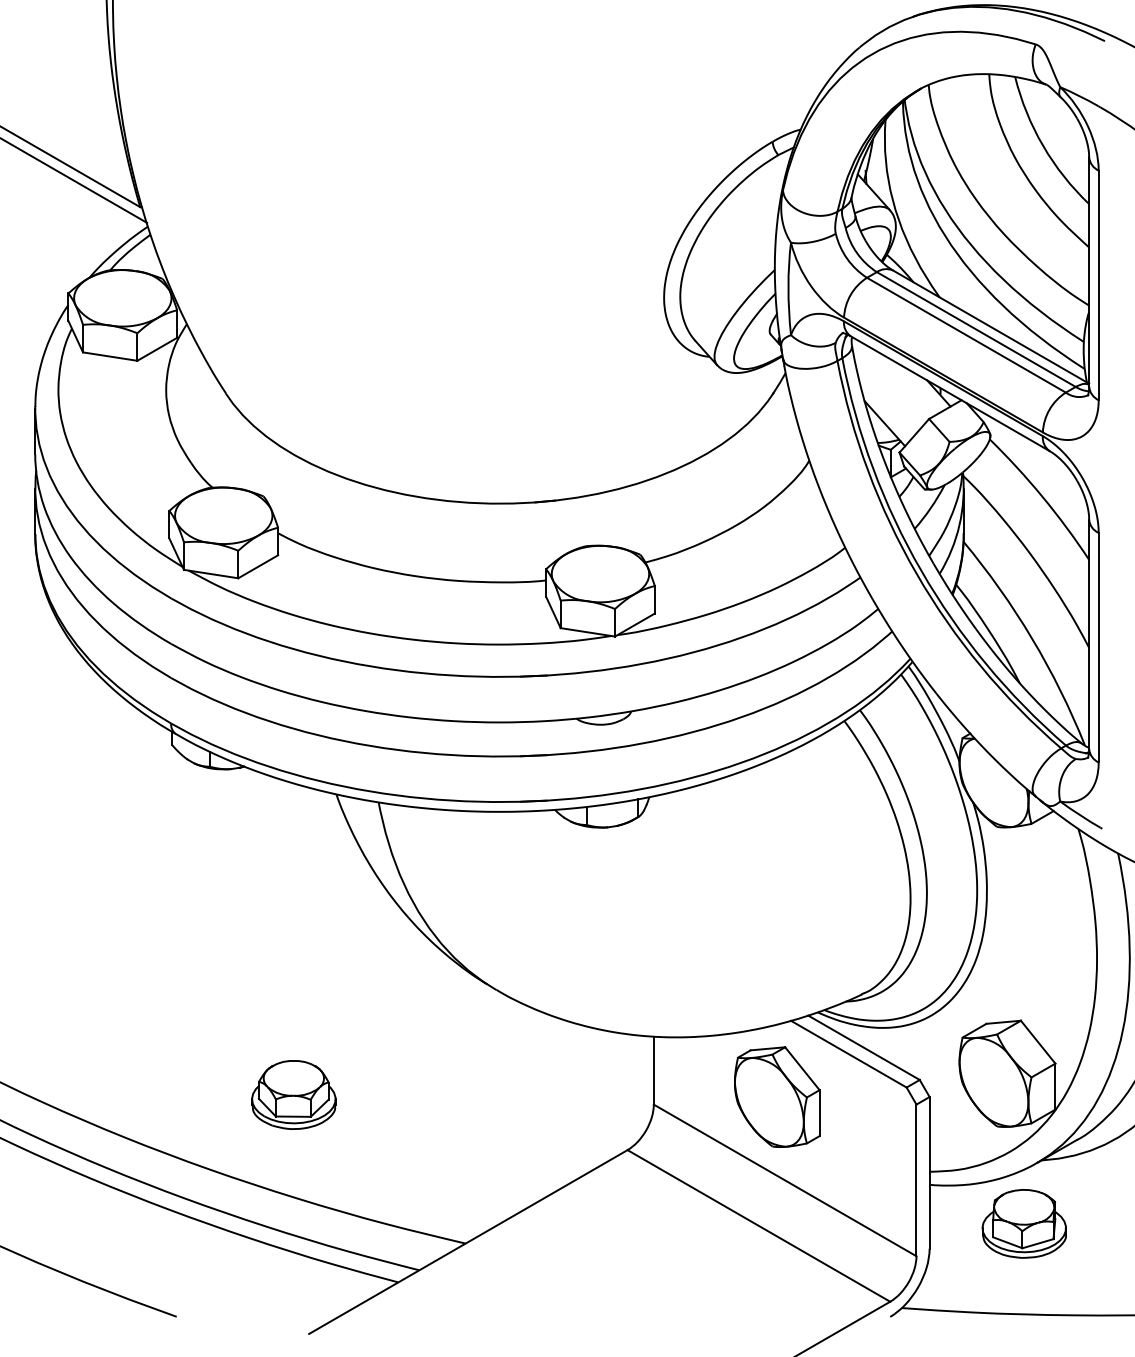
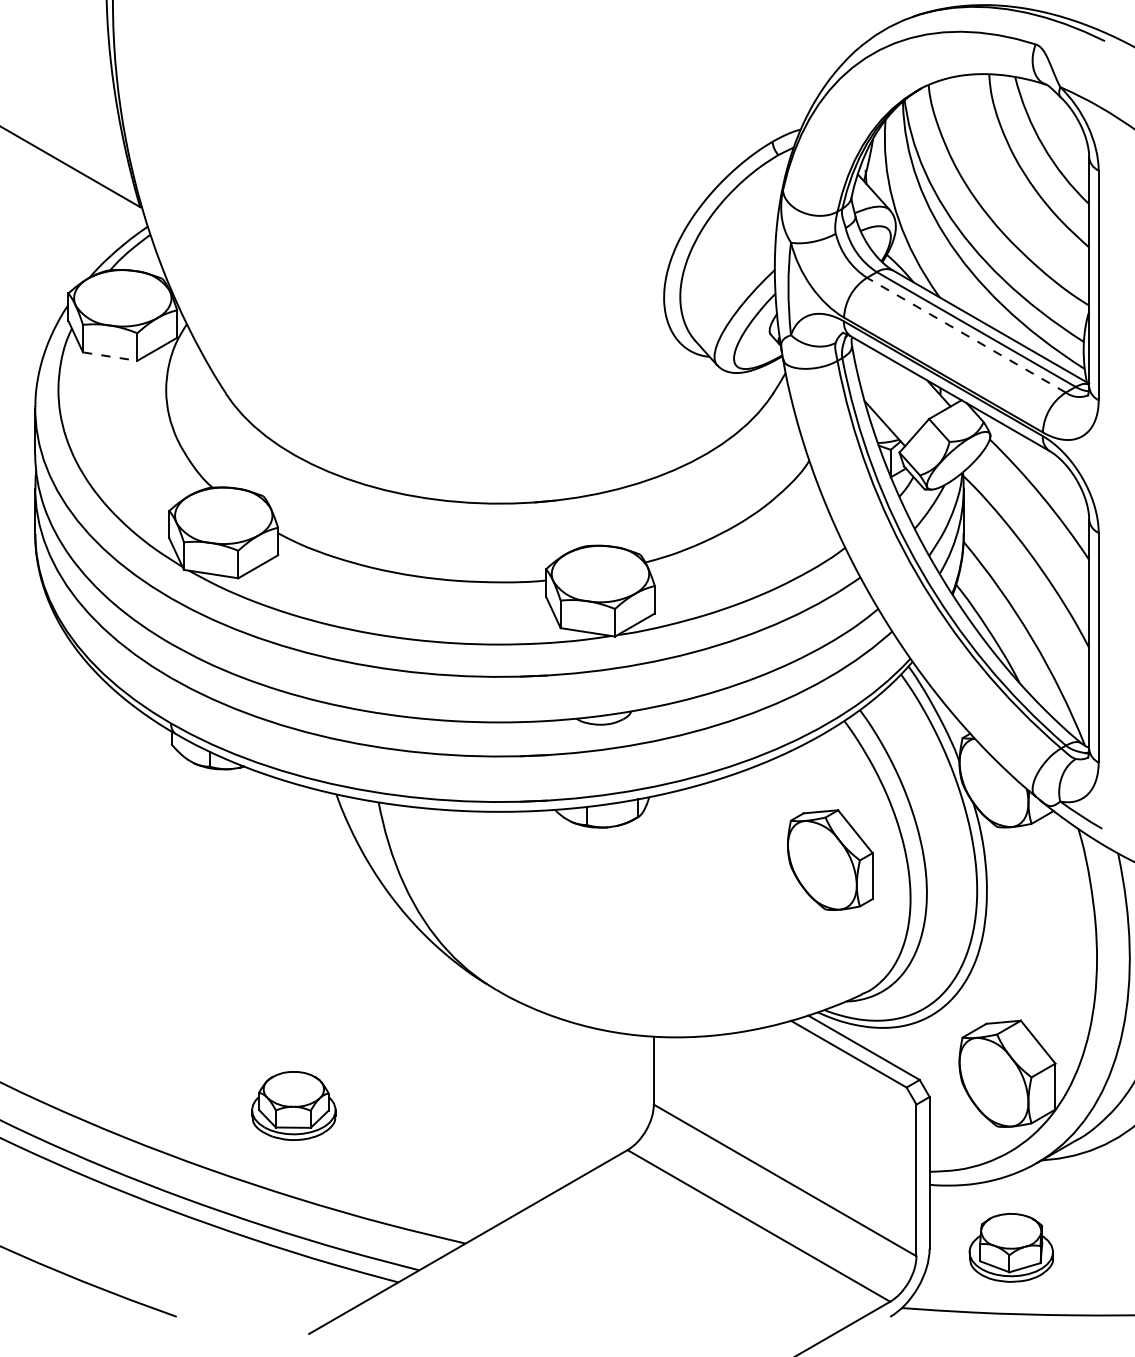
line at (74, 180): present -> none
line at (966, 335): solid -> dashed
line at (110, 356): solid -> dashed
part at (293, 1094) position: (293, 1094) -> (293, 1105)
part at (777, 1096) position: (777, 1096) -> (830, 859)
part at (1023, 1223) position: (1023, 1223) -> (1010, 1247)
